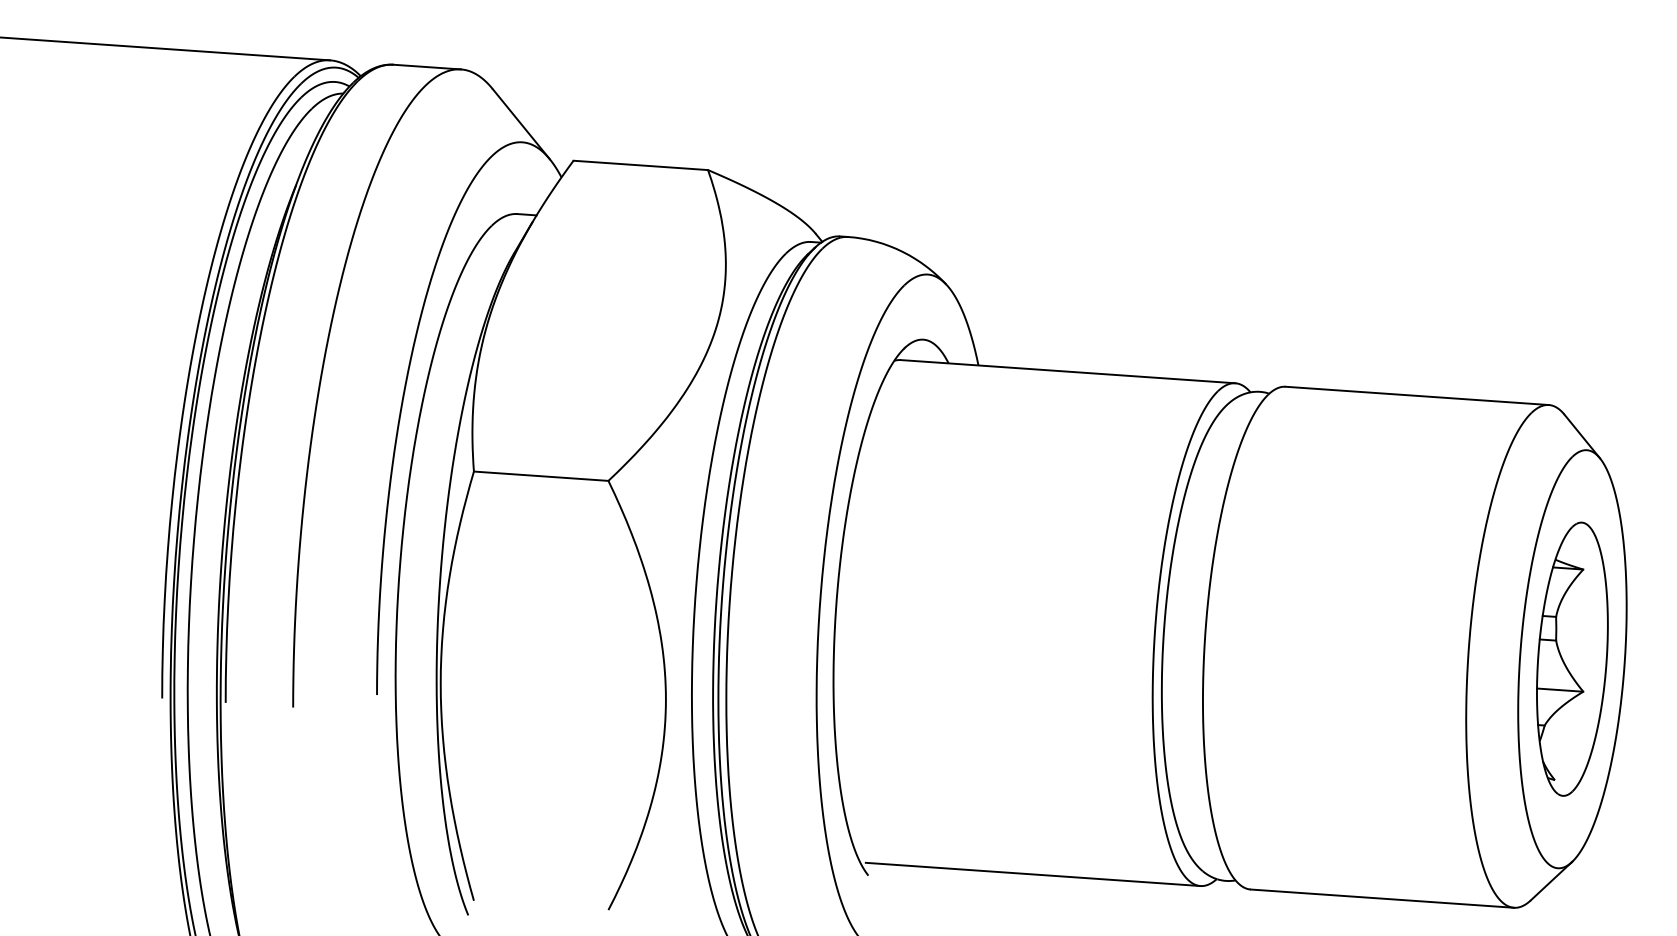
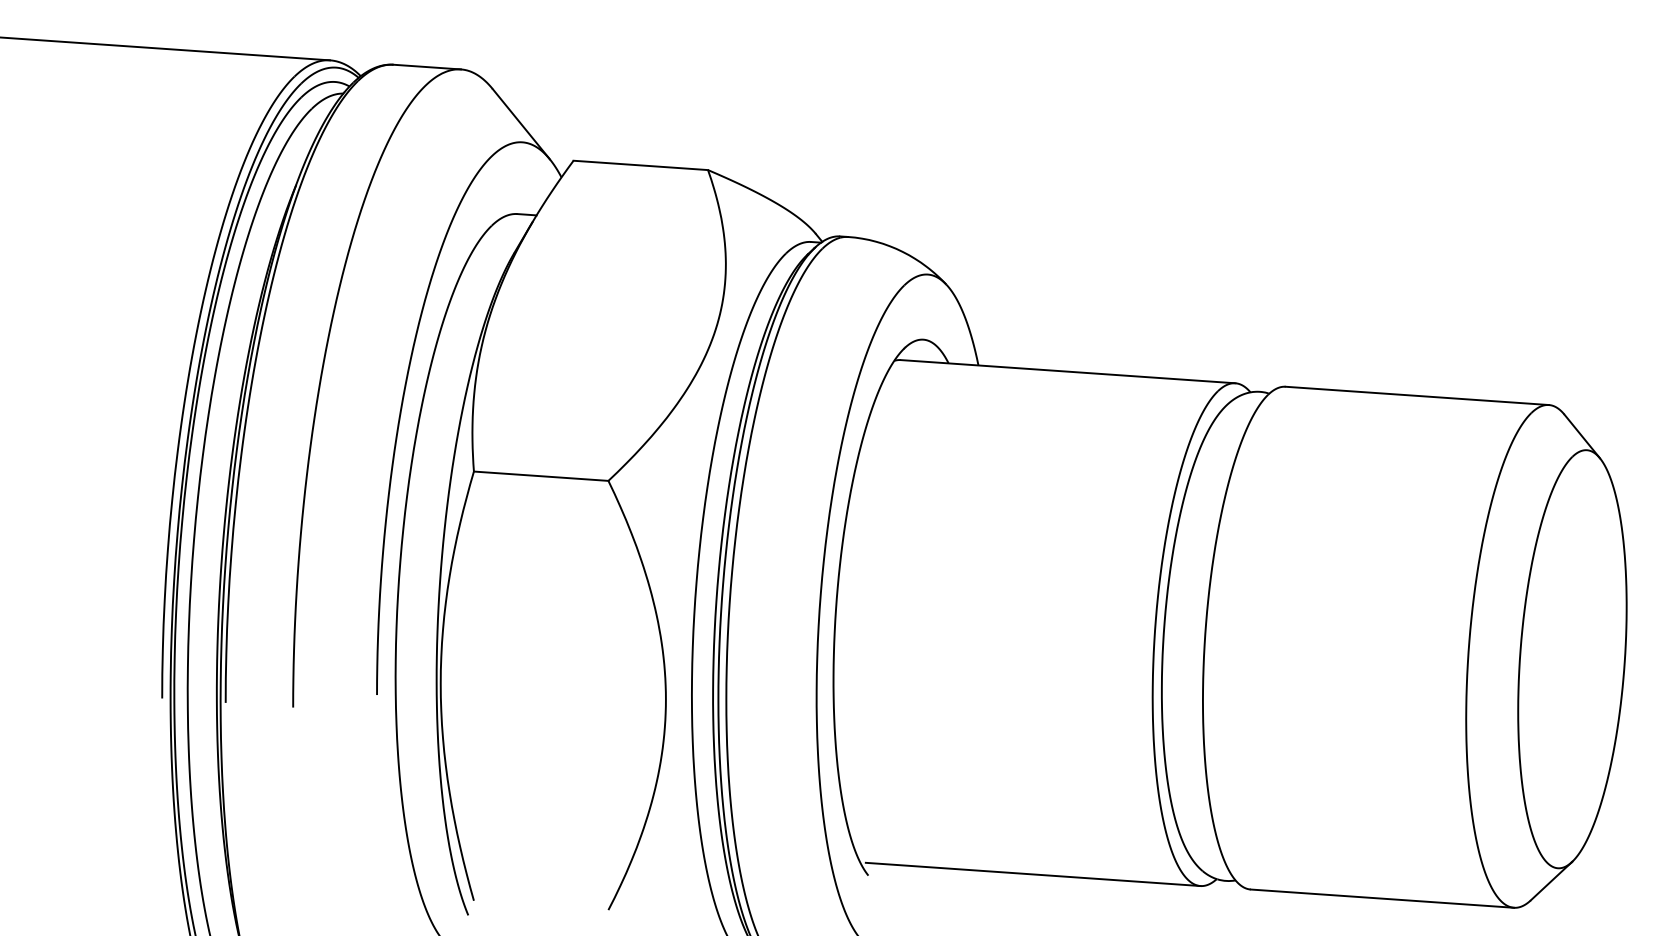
part at (1572, 658): present -> none
